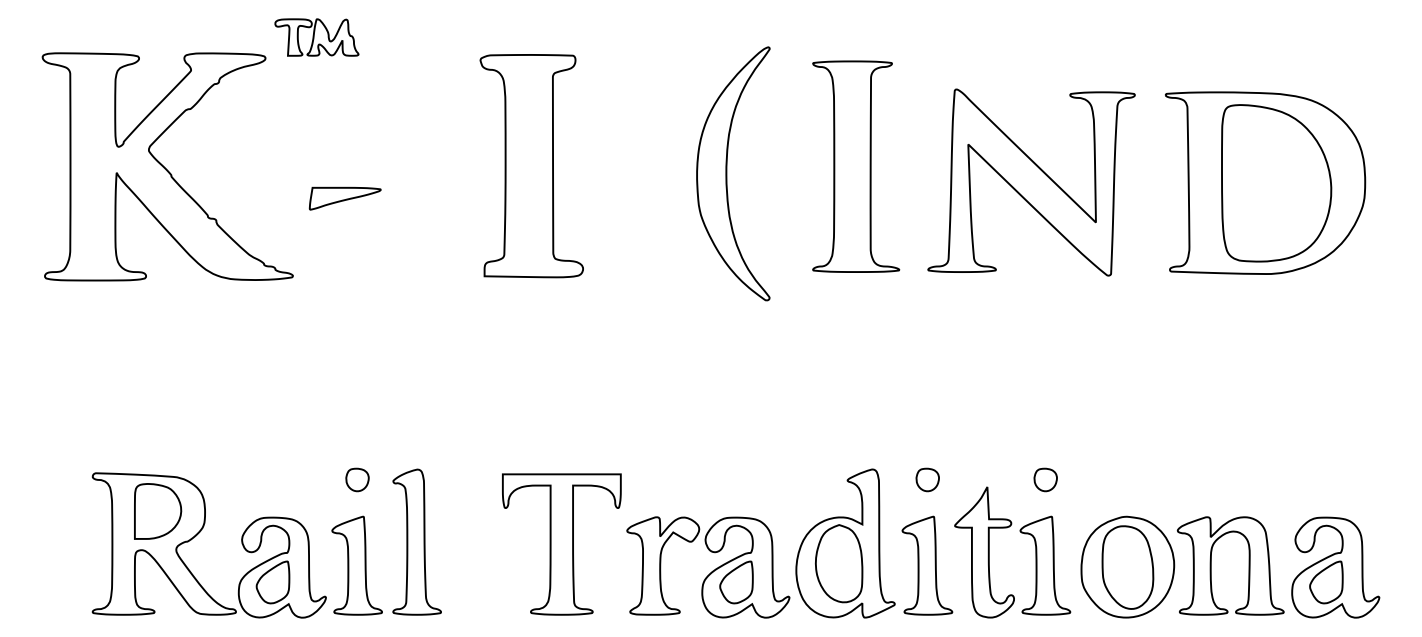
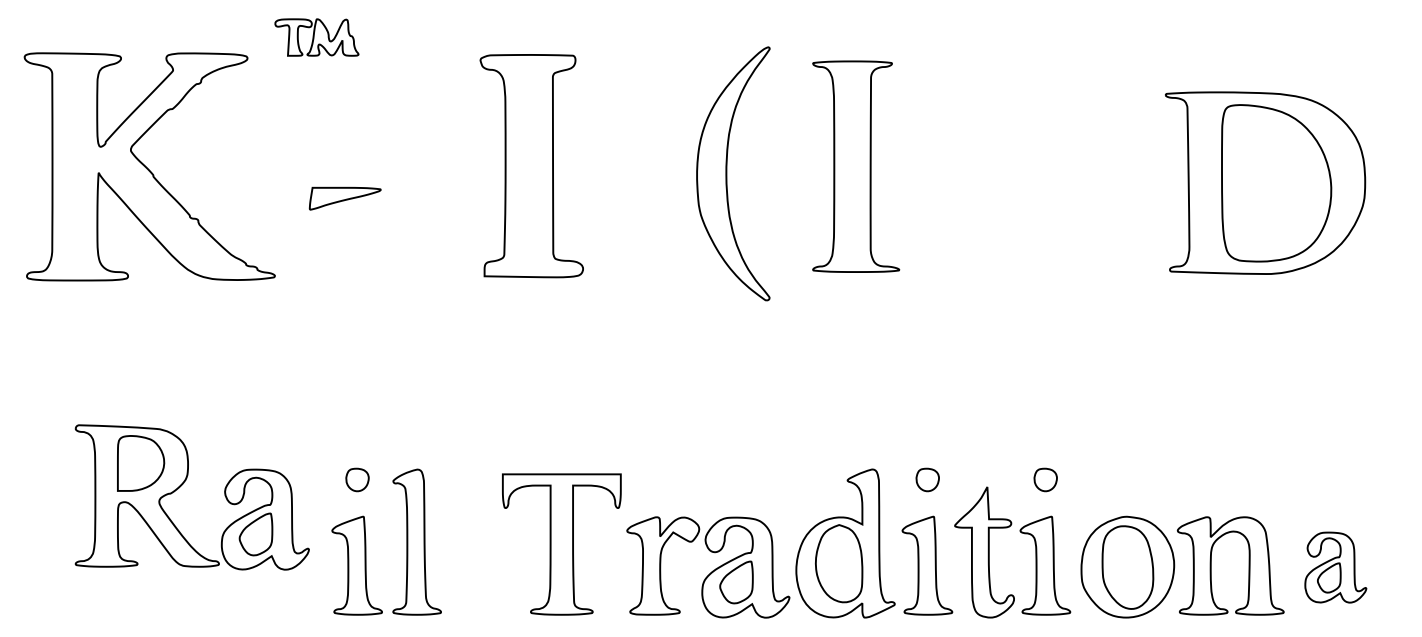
part at (167, 166) position: (167, 166) -> (149, 166)
part at (1031, 182): present -> none
part at (198, 534) position: (198, 534) -> (181, 486)
part at (1335, 567) size: 90x103 px -> 64x73 px
